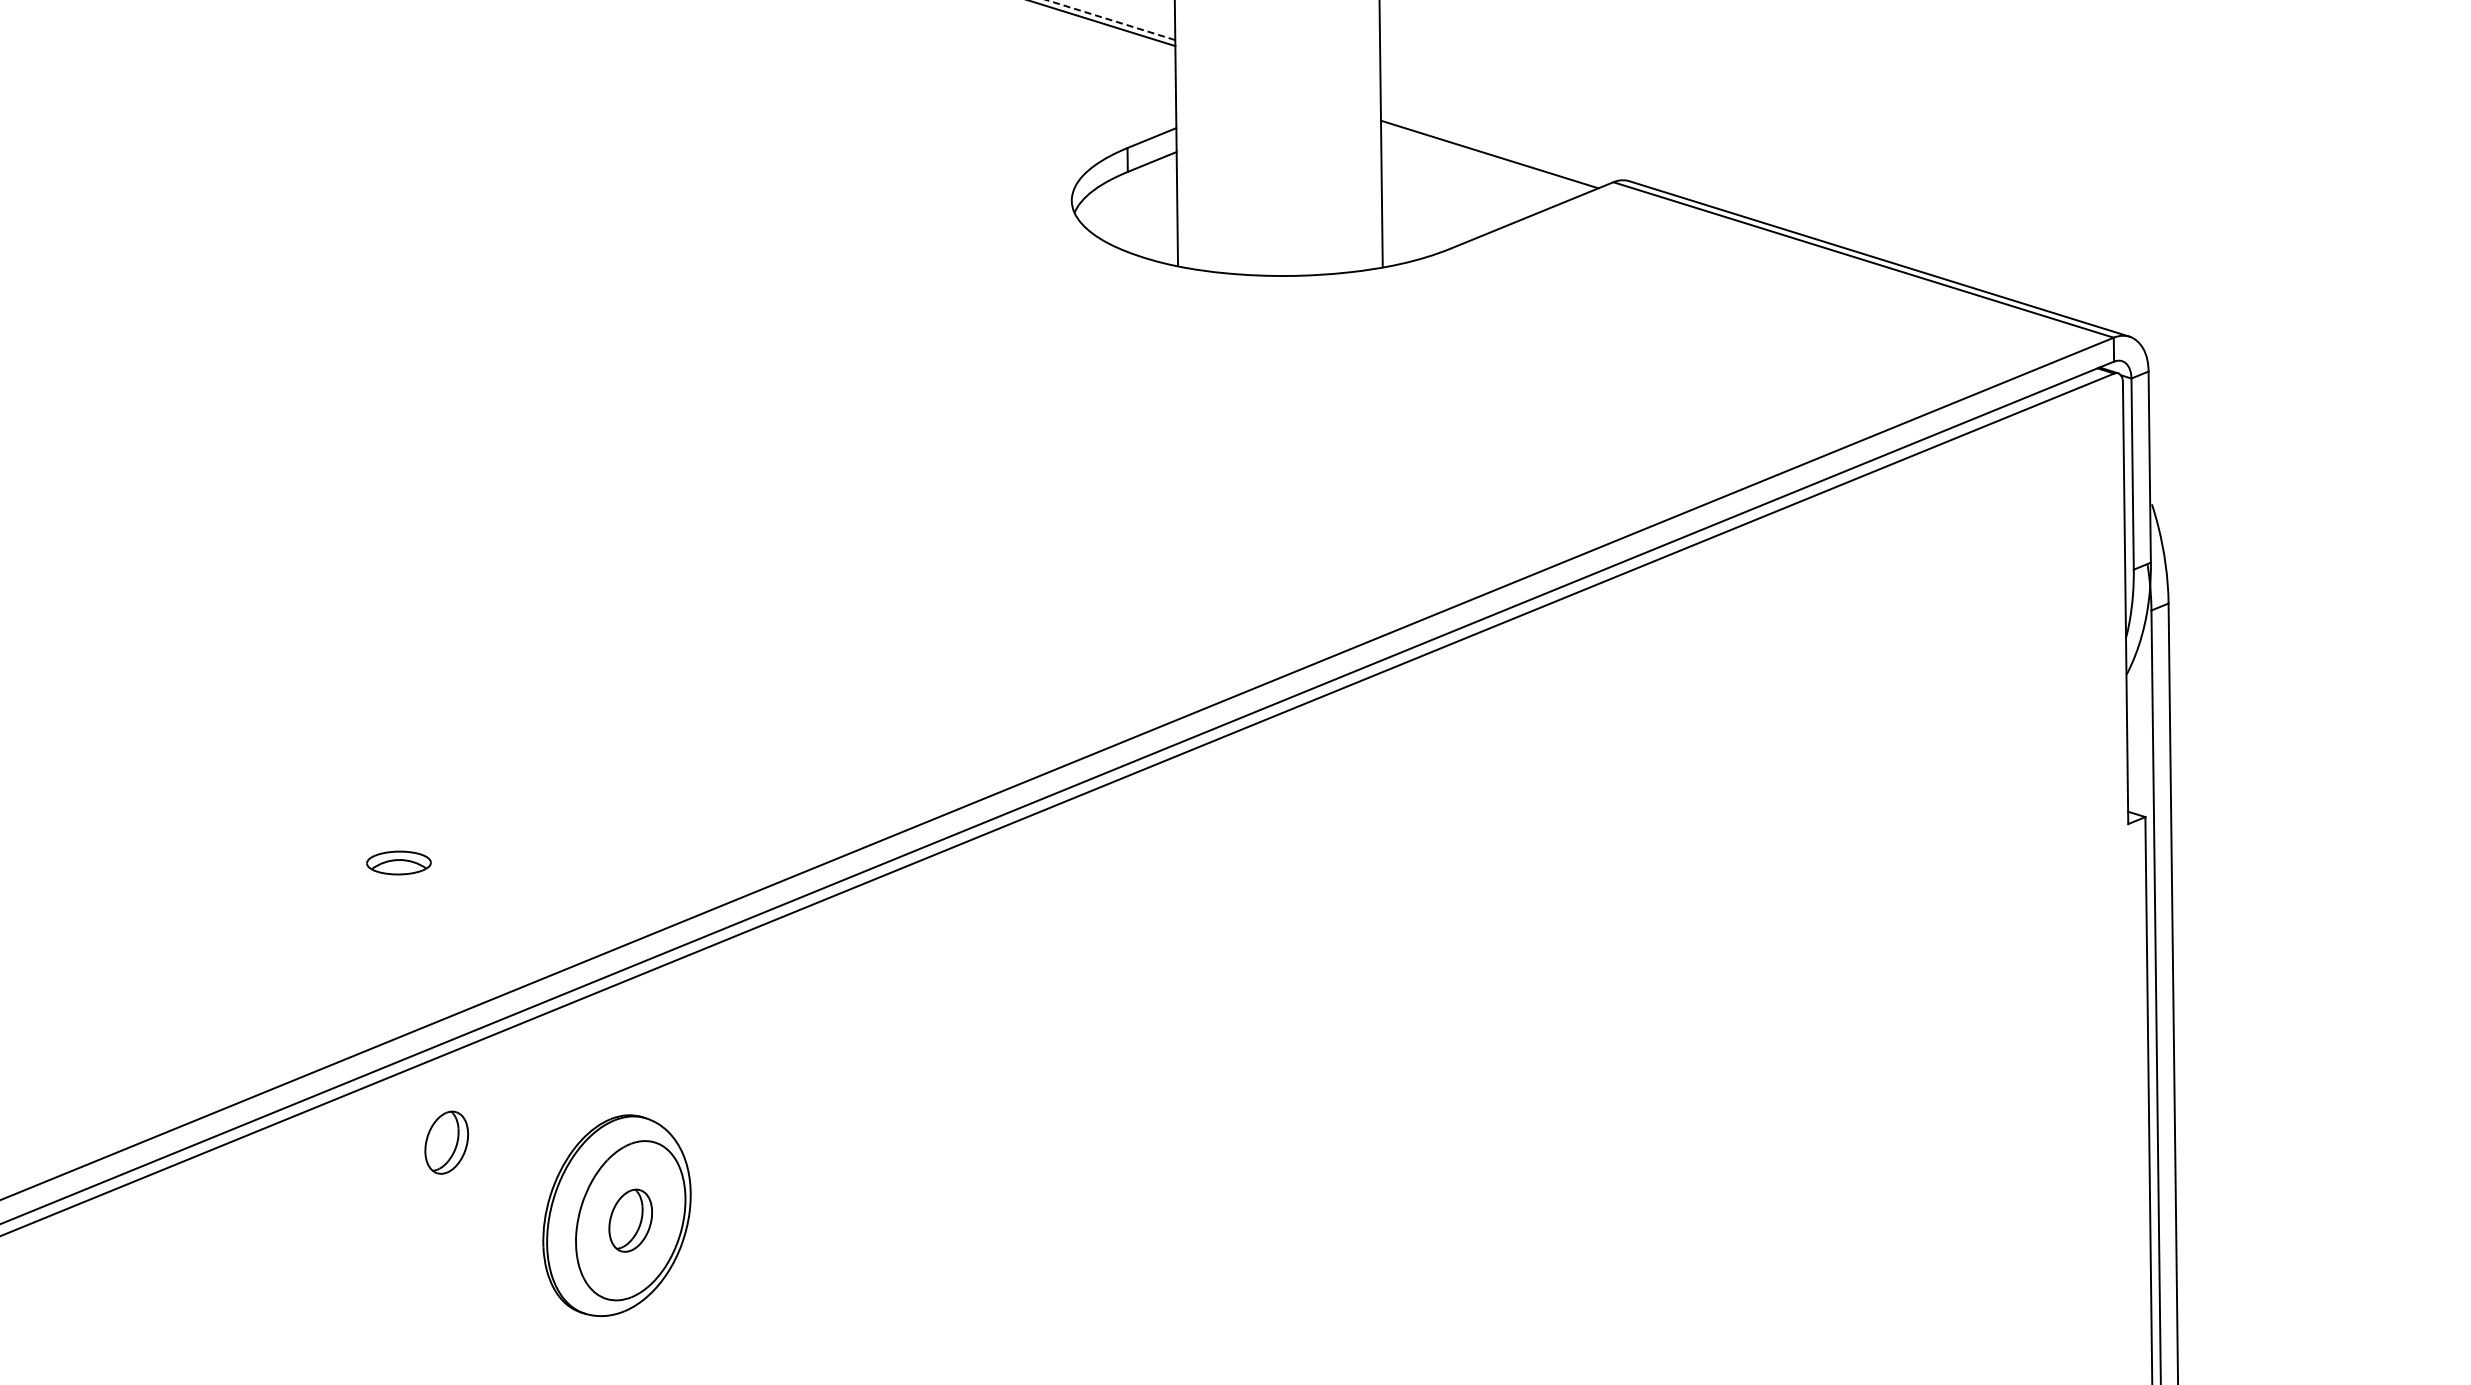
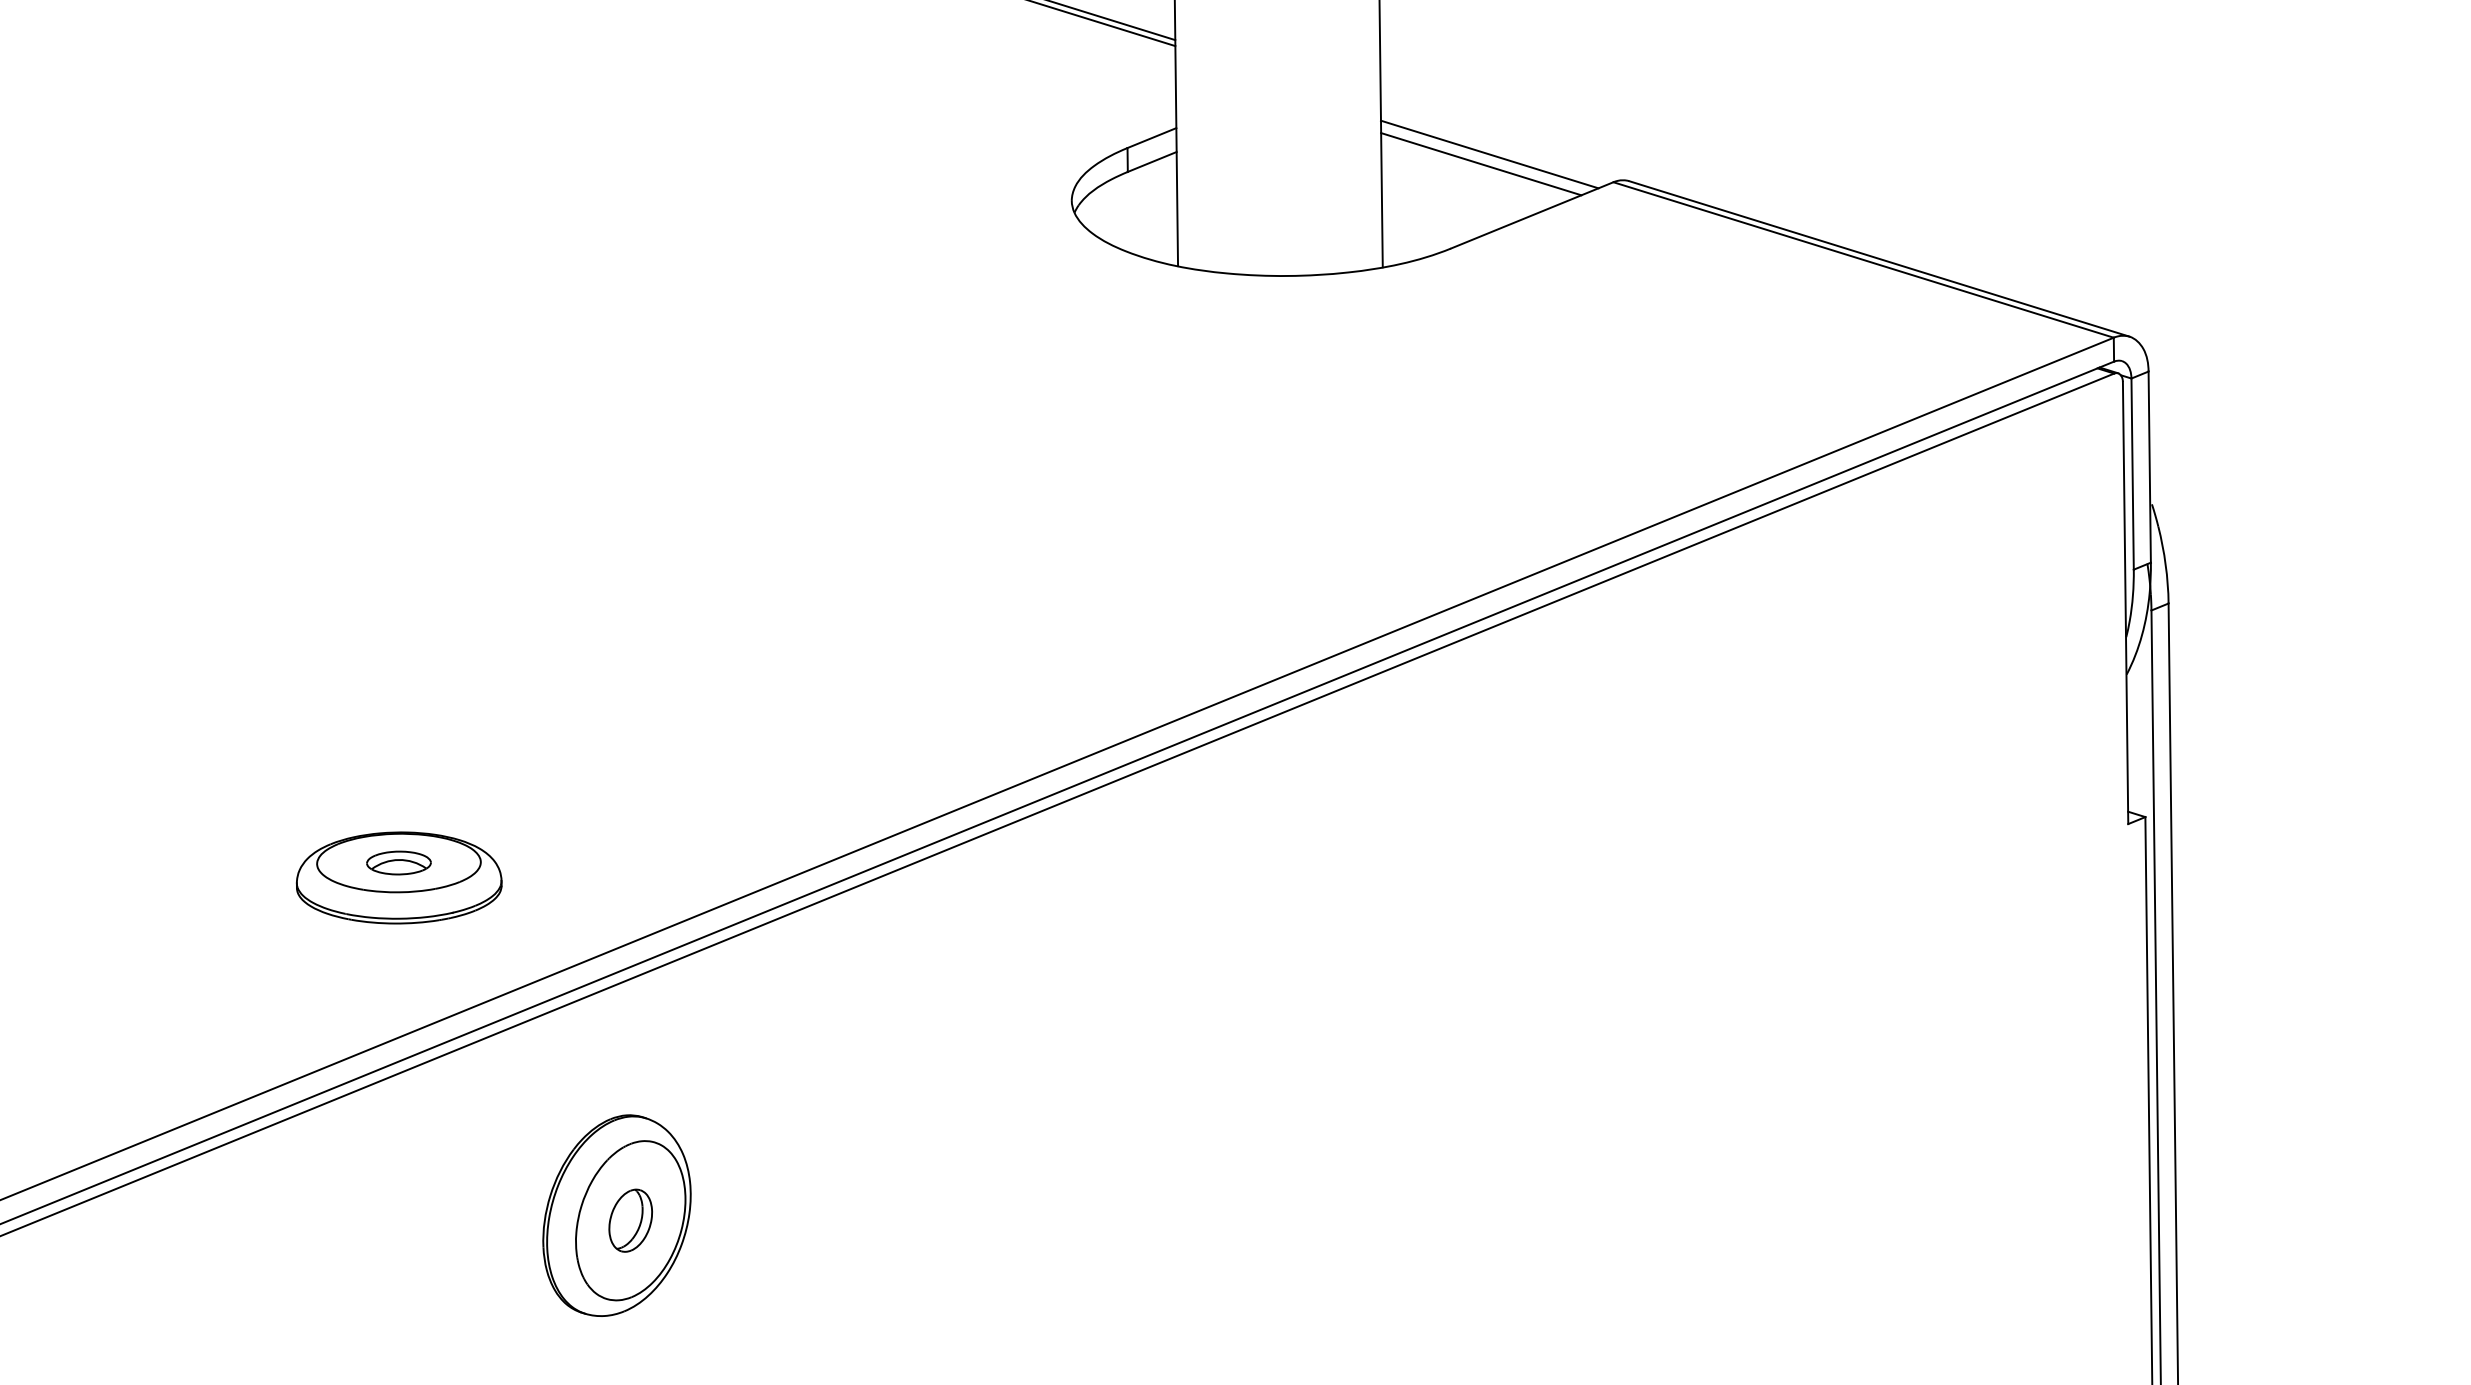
line at (1110, 19): dashed -> solid
line at (1481, 164): none -> present
part at (399, 877): none -> present
part at (446, 1142): present -> none
